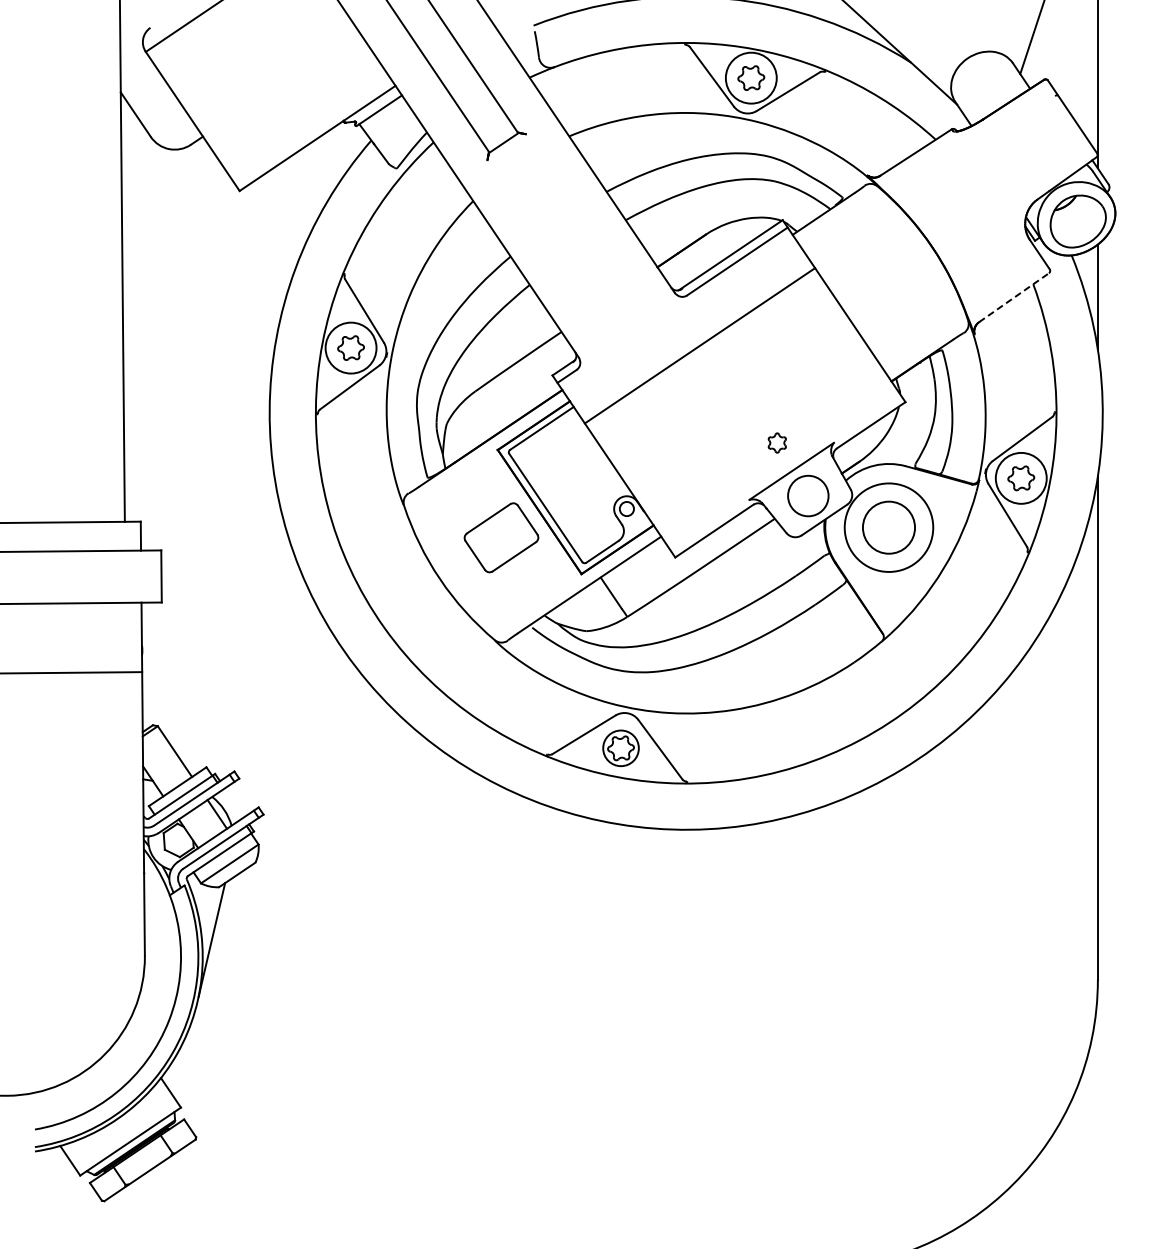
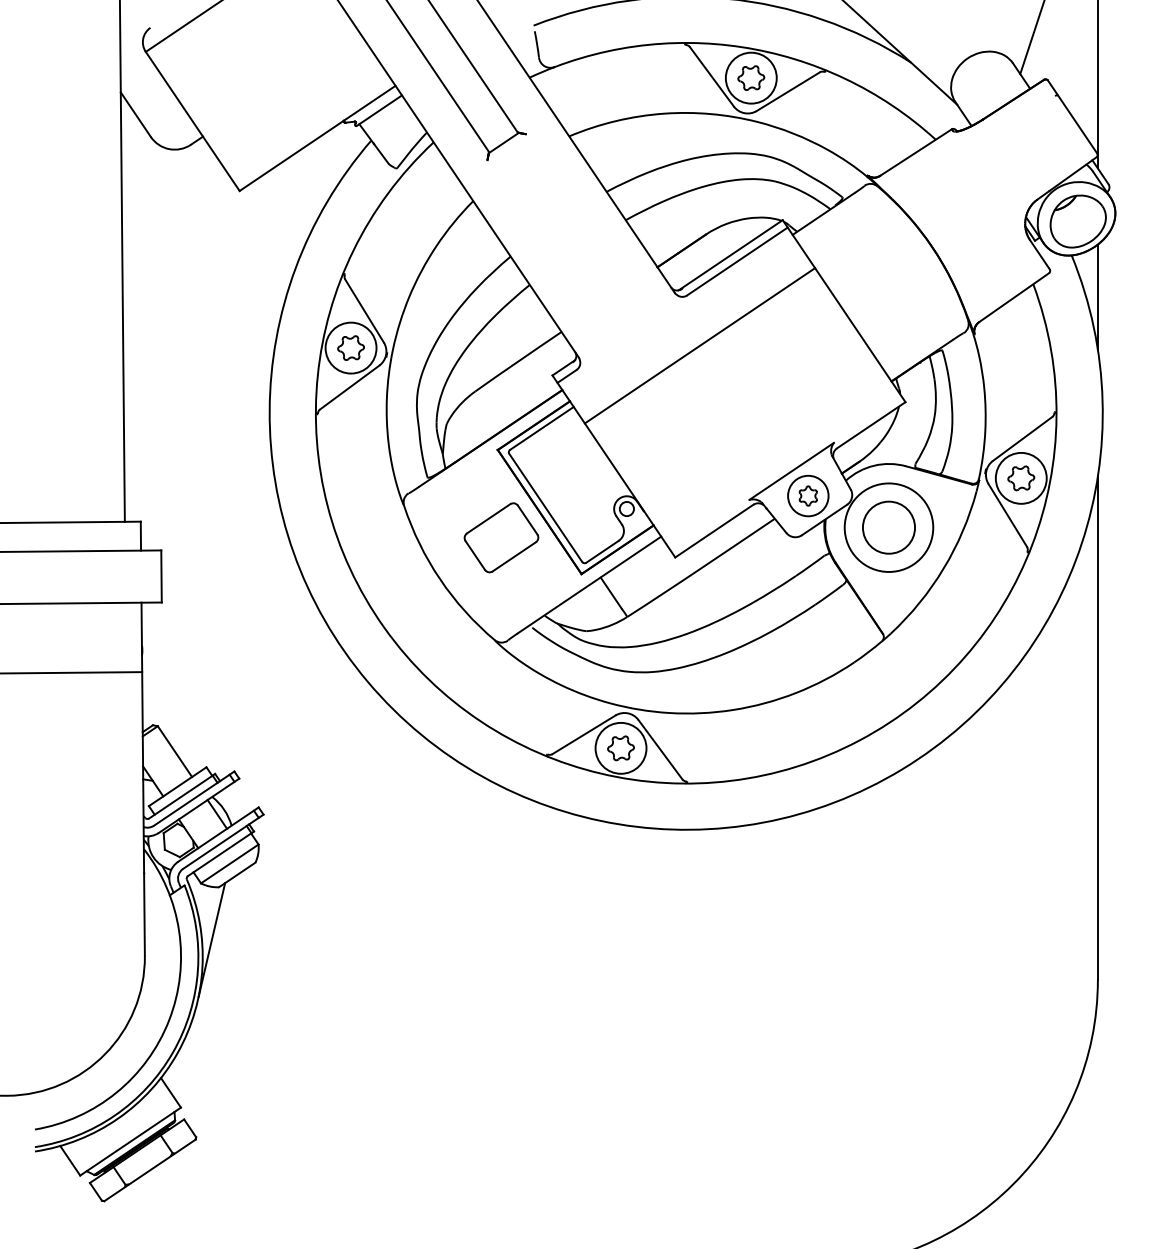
line at (1014, 297): dashed -> solid
part at (776, 442) position: (776, 442) -> (807, 495)
circle at (620, 748) diameter: 36 px -> 51 px
